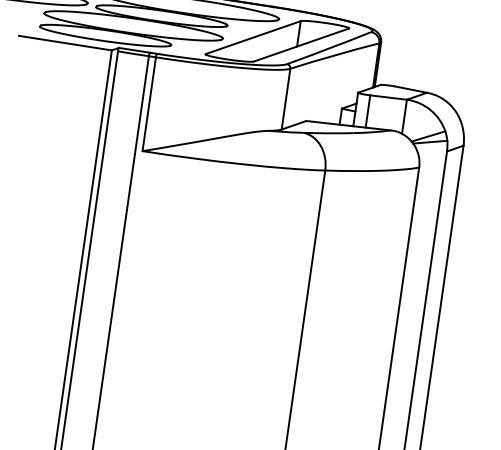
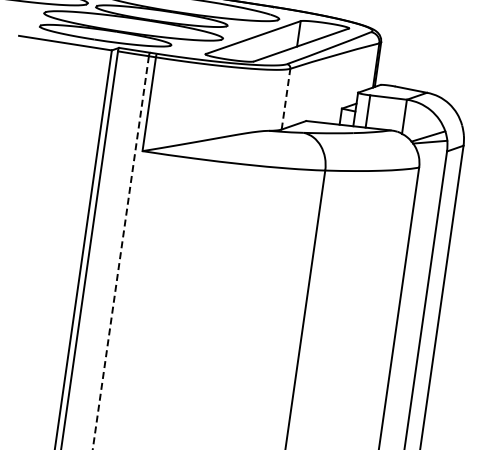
line at (286, 99): solid -> dashed
line at (120, 253): solid -> dashed
